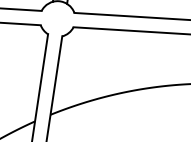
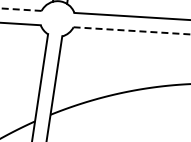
line at (20, 9): solid -> dashed
line at (132, 30): solid -> dashed
